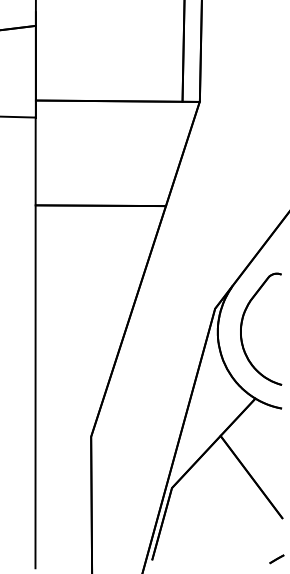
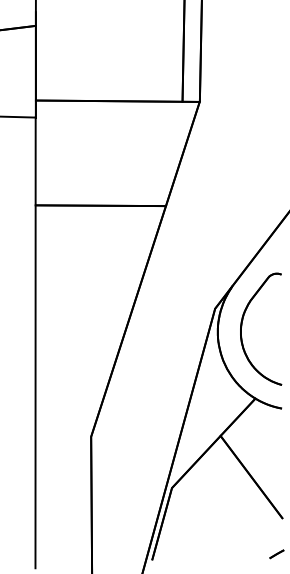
line at (276, 559) position: (276, 559) -> (276, 554)
